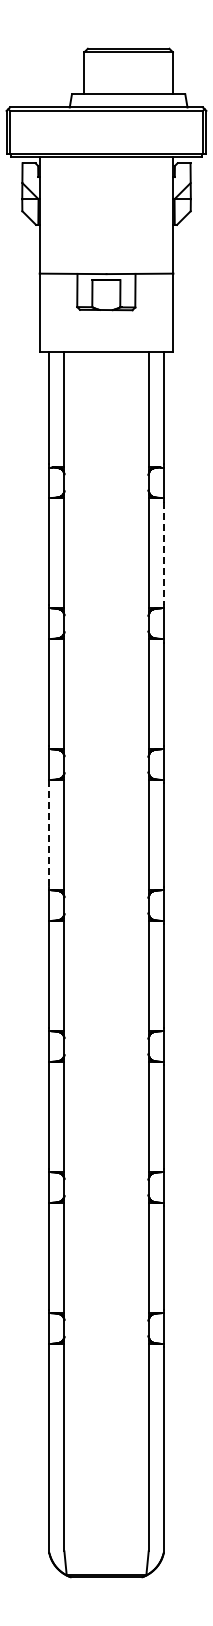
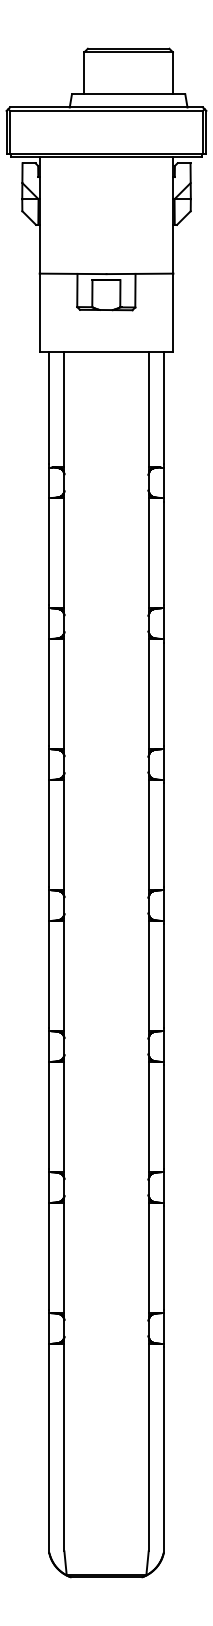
line at (163, 553): dashed -> solid
line at (49, 833): dashed -> solid
